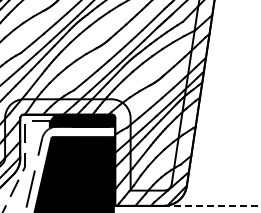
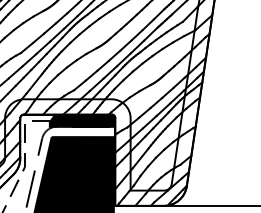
line at (212, 205): dashed -> solid
